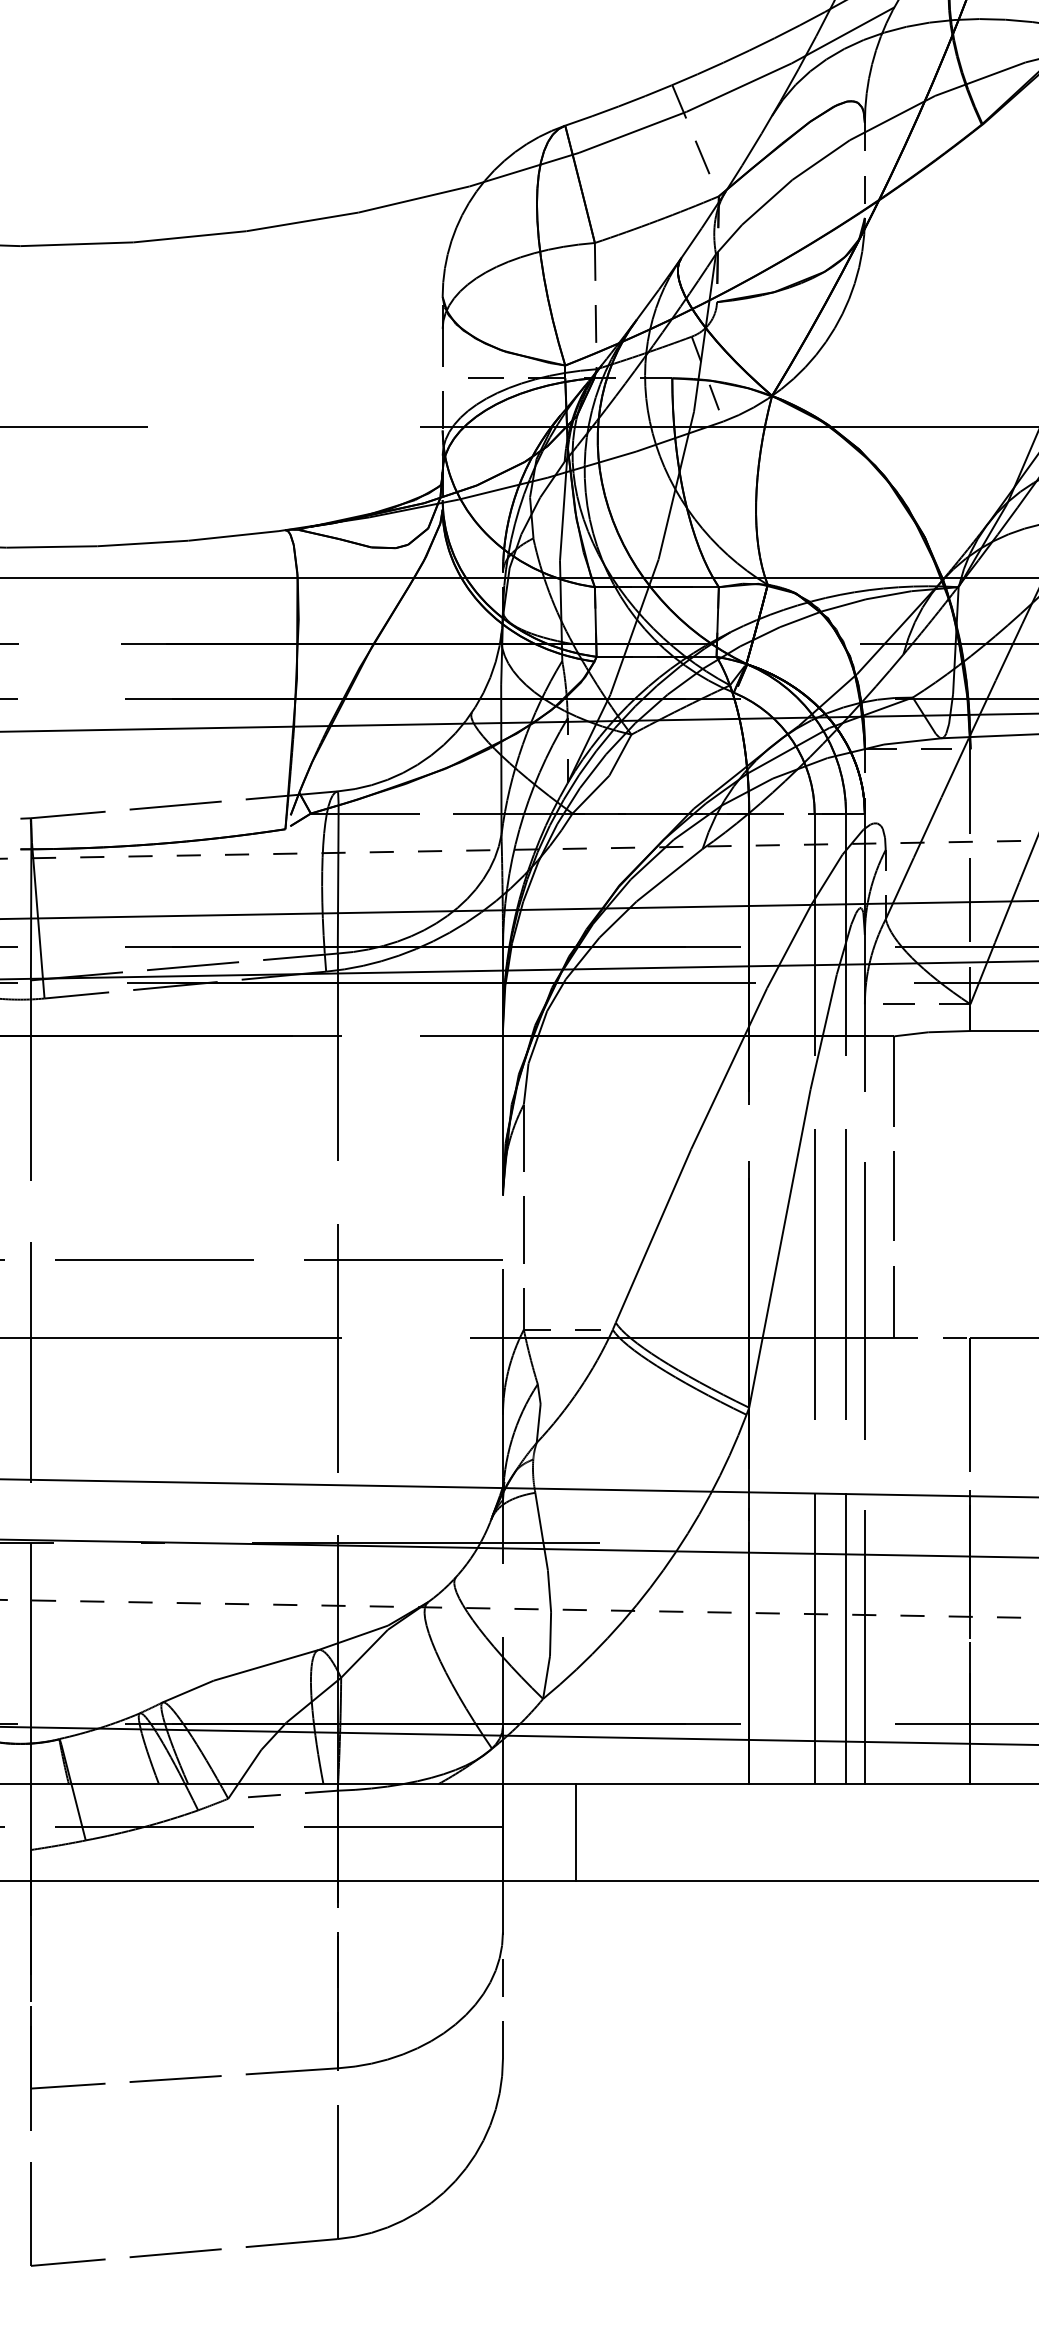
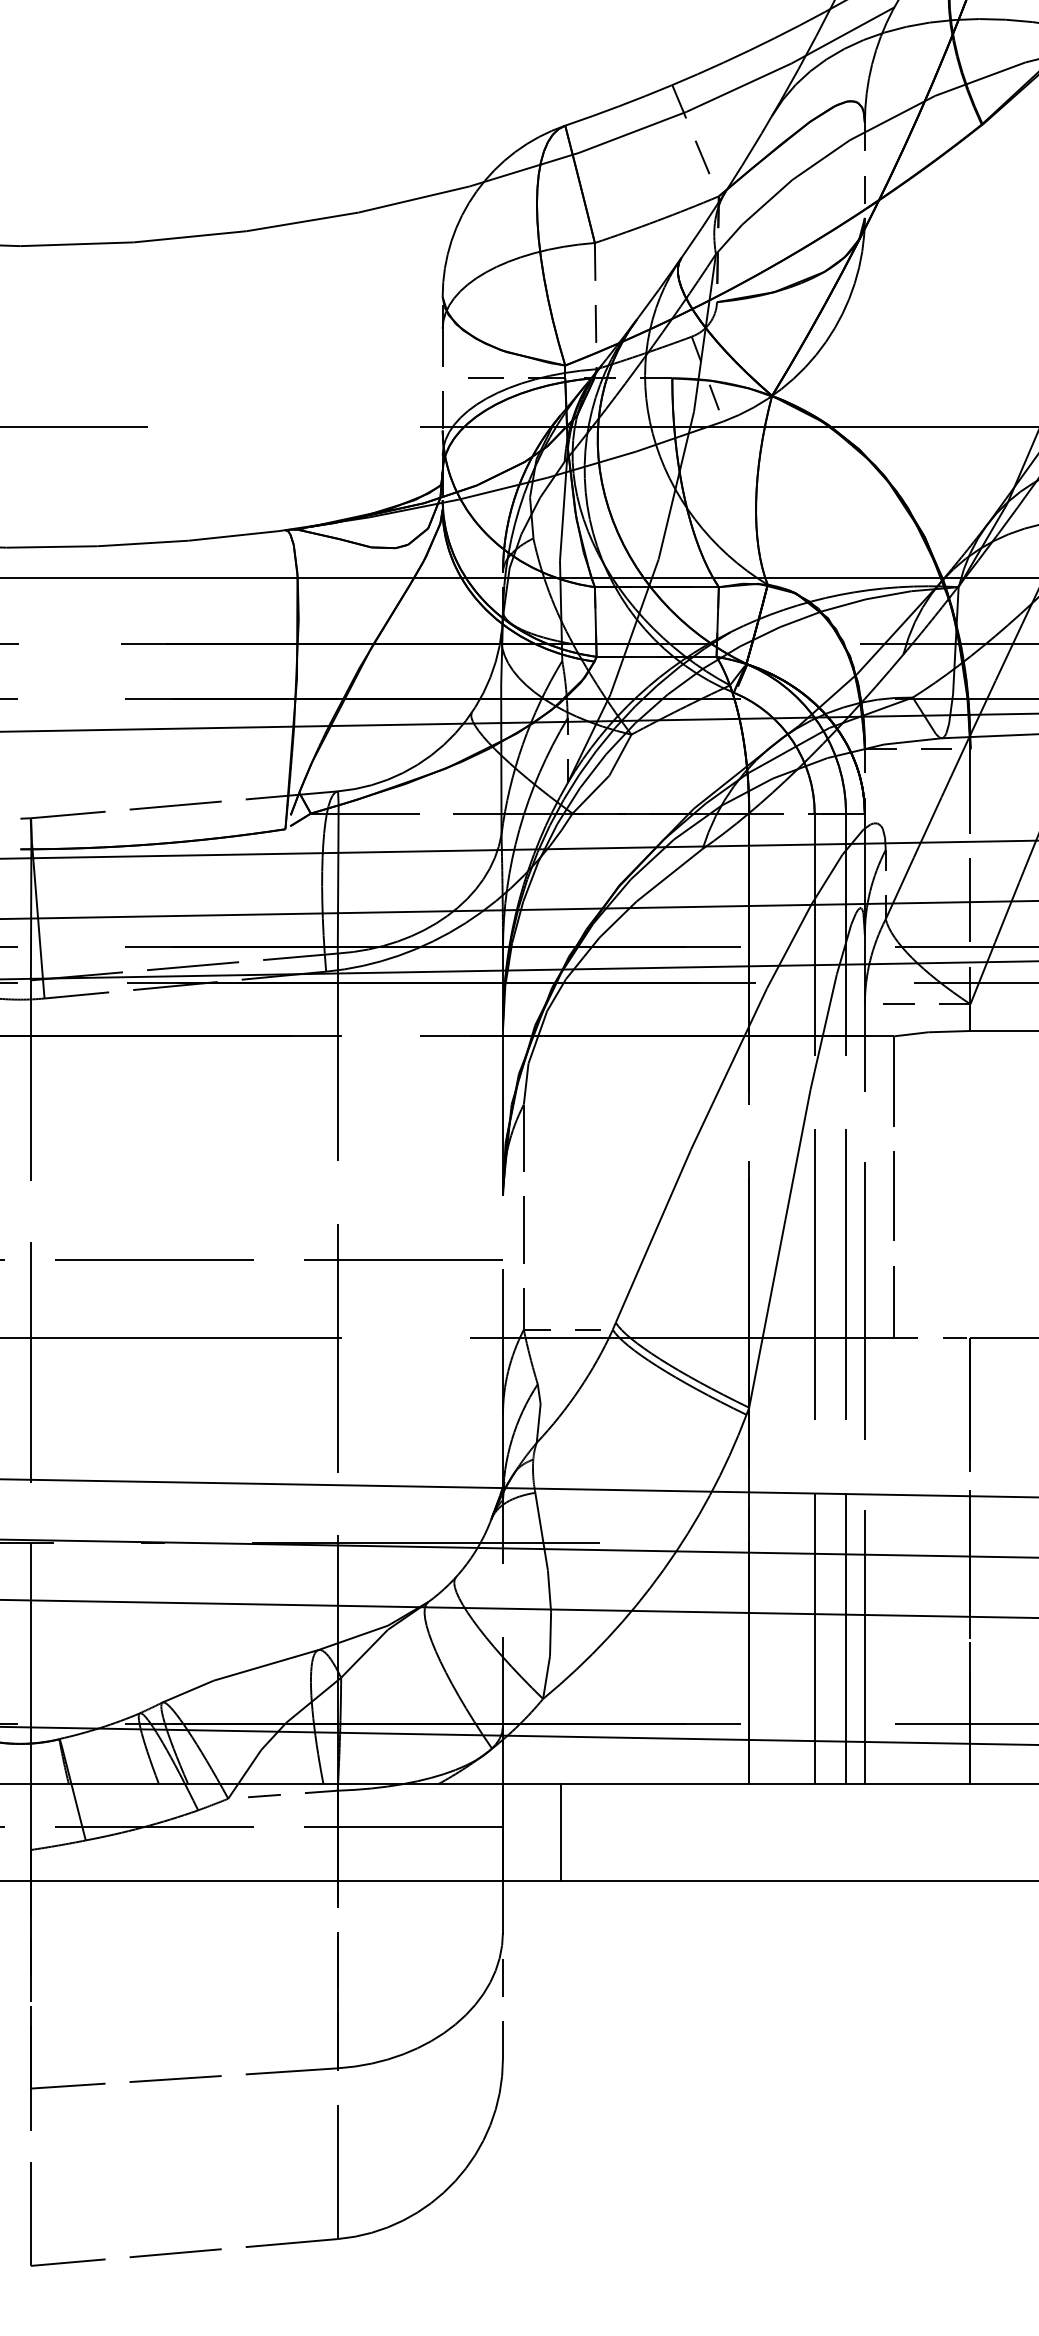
line at (519, 849): dashed -> solid
line at (519, 1608): dashed -> solid
line at (576, 1832) position: (576, 1832) -> (561, 1832)
